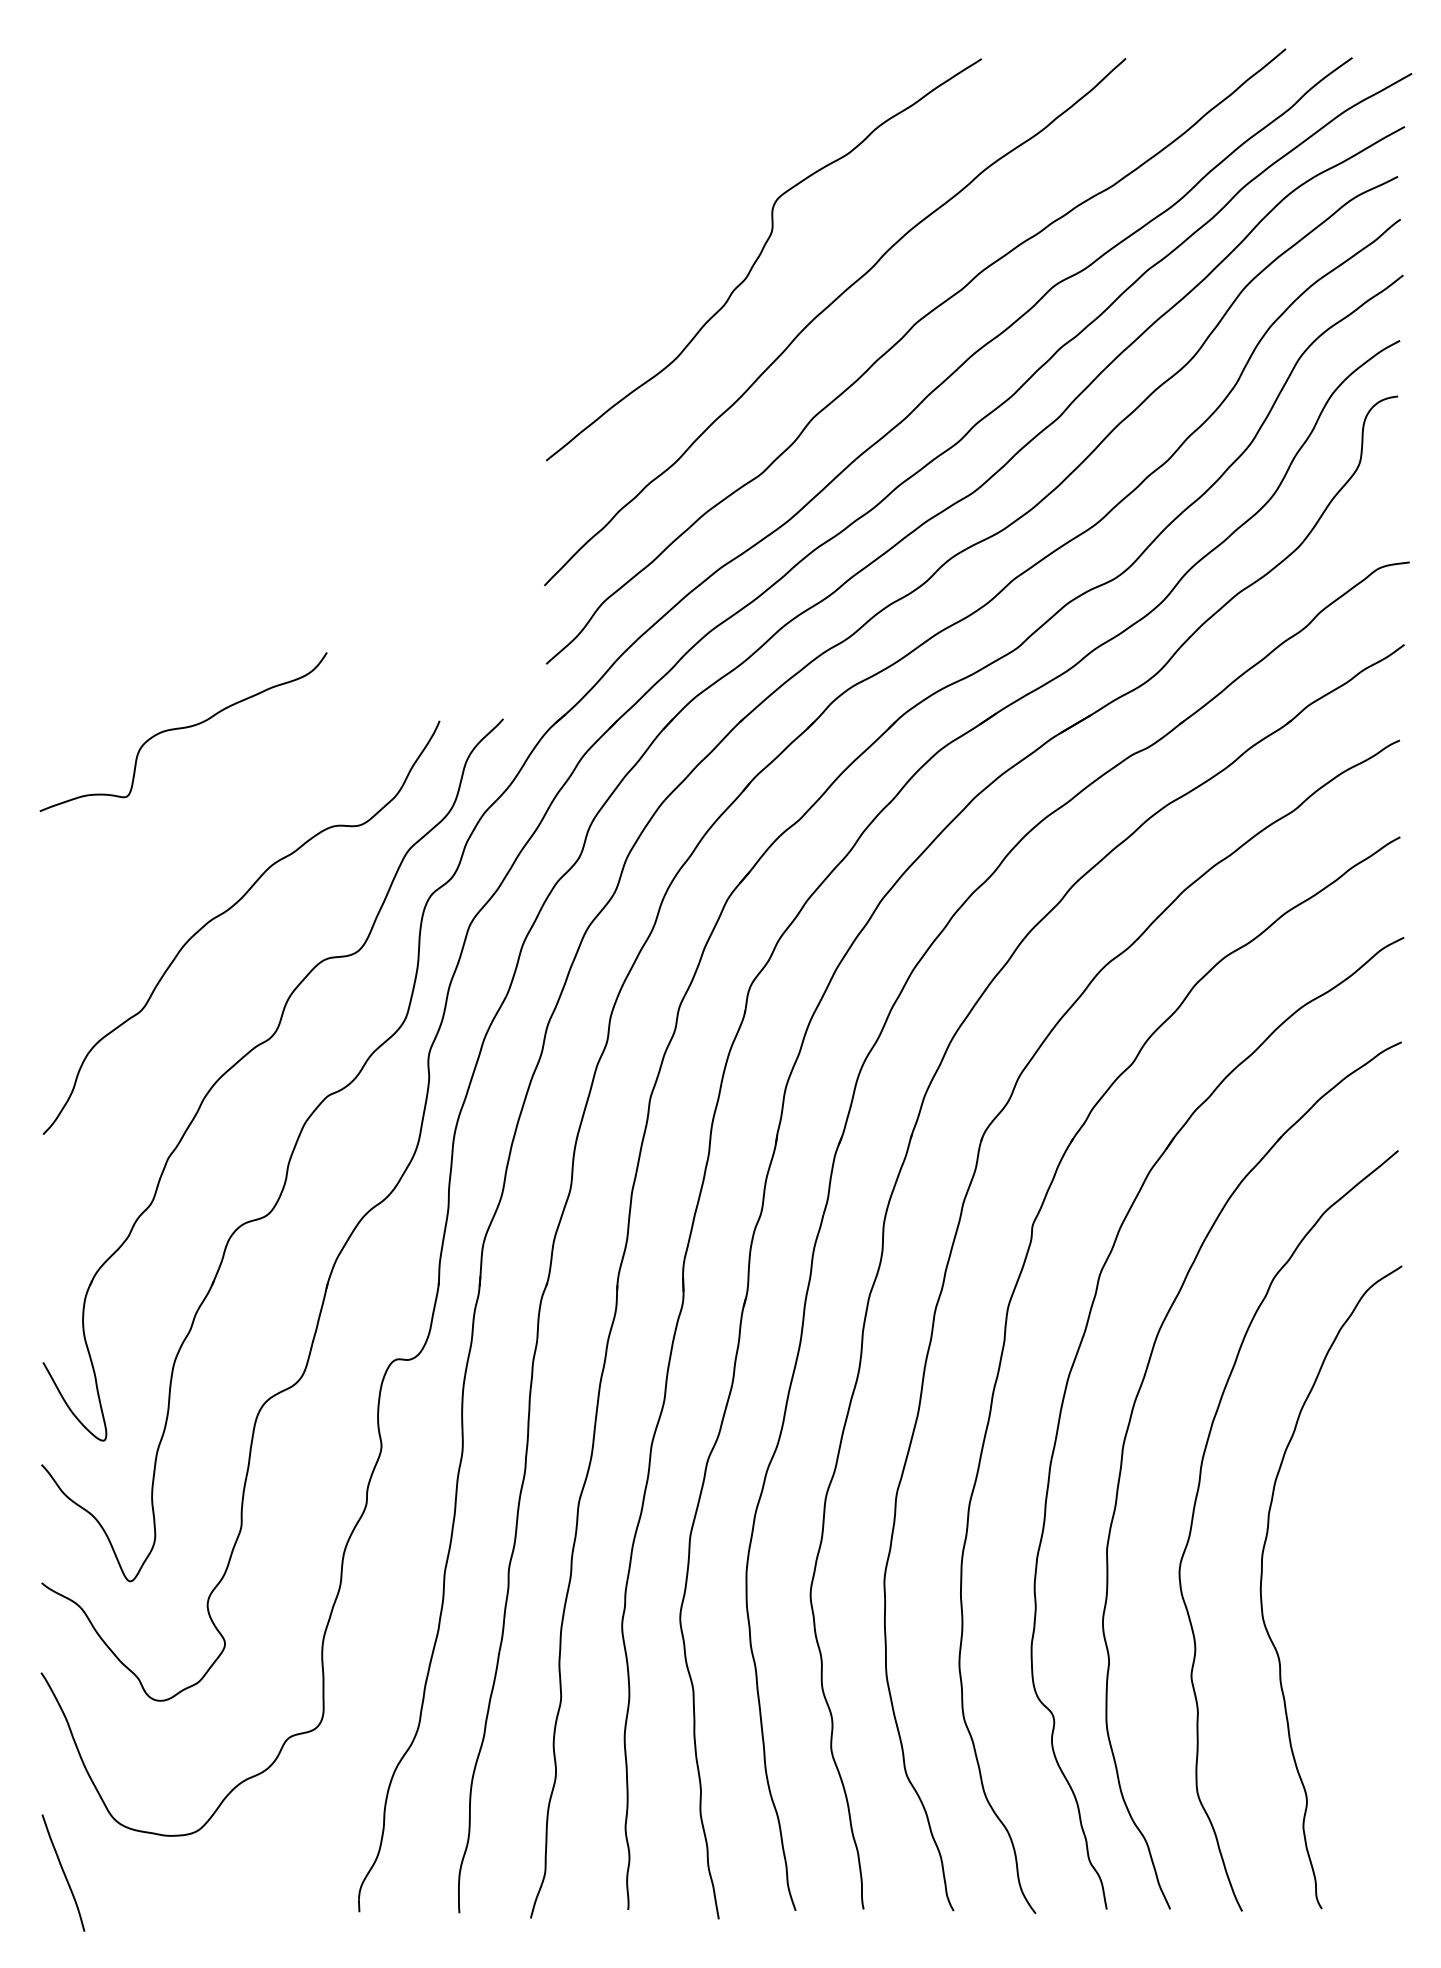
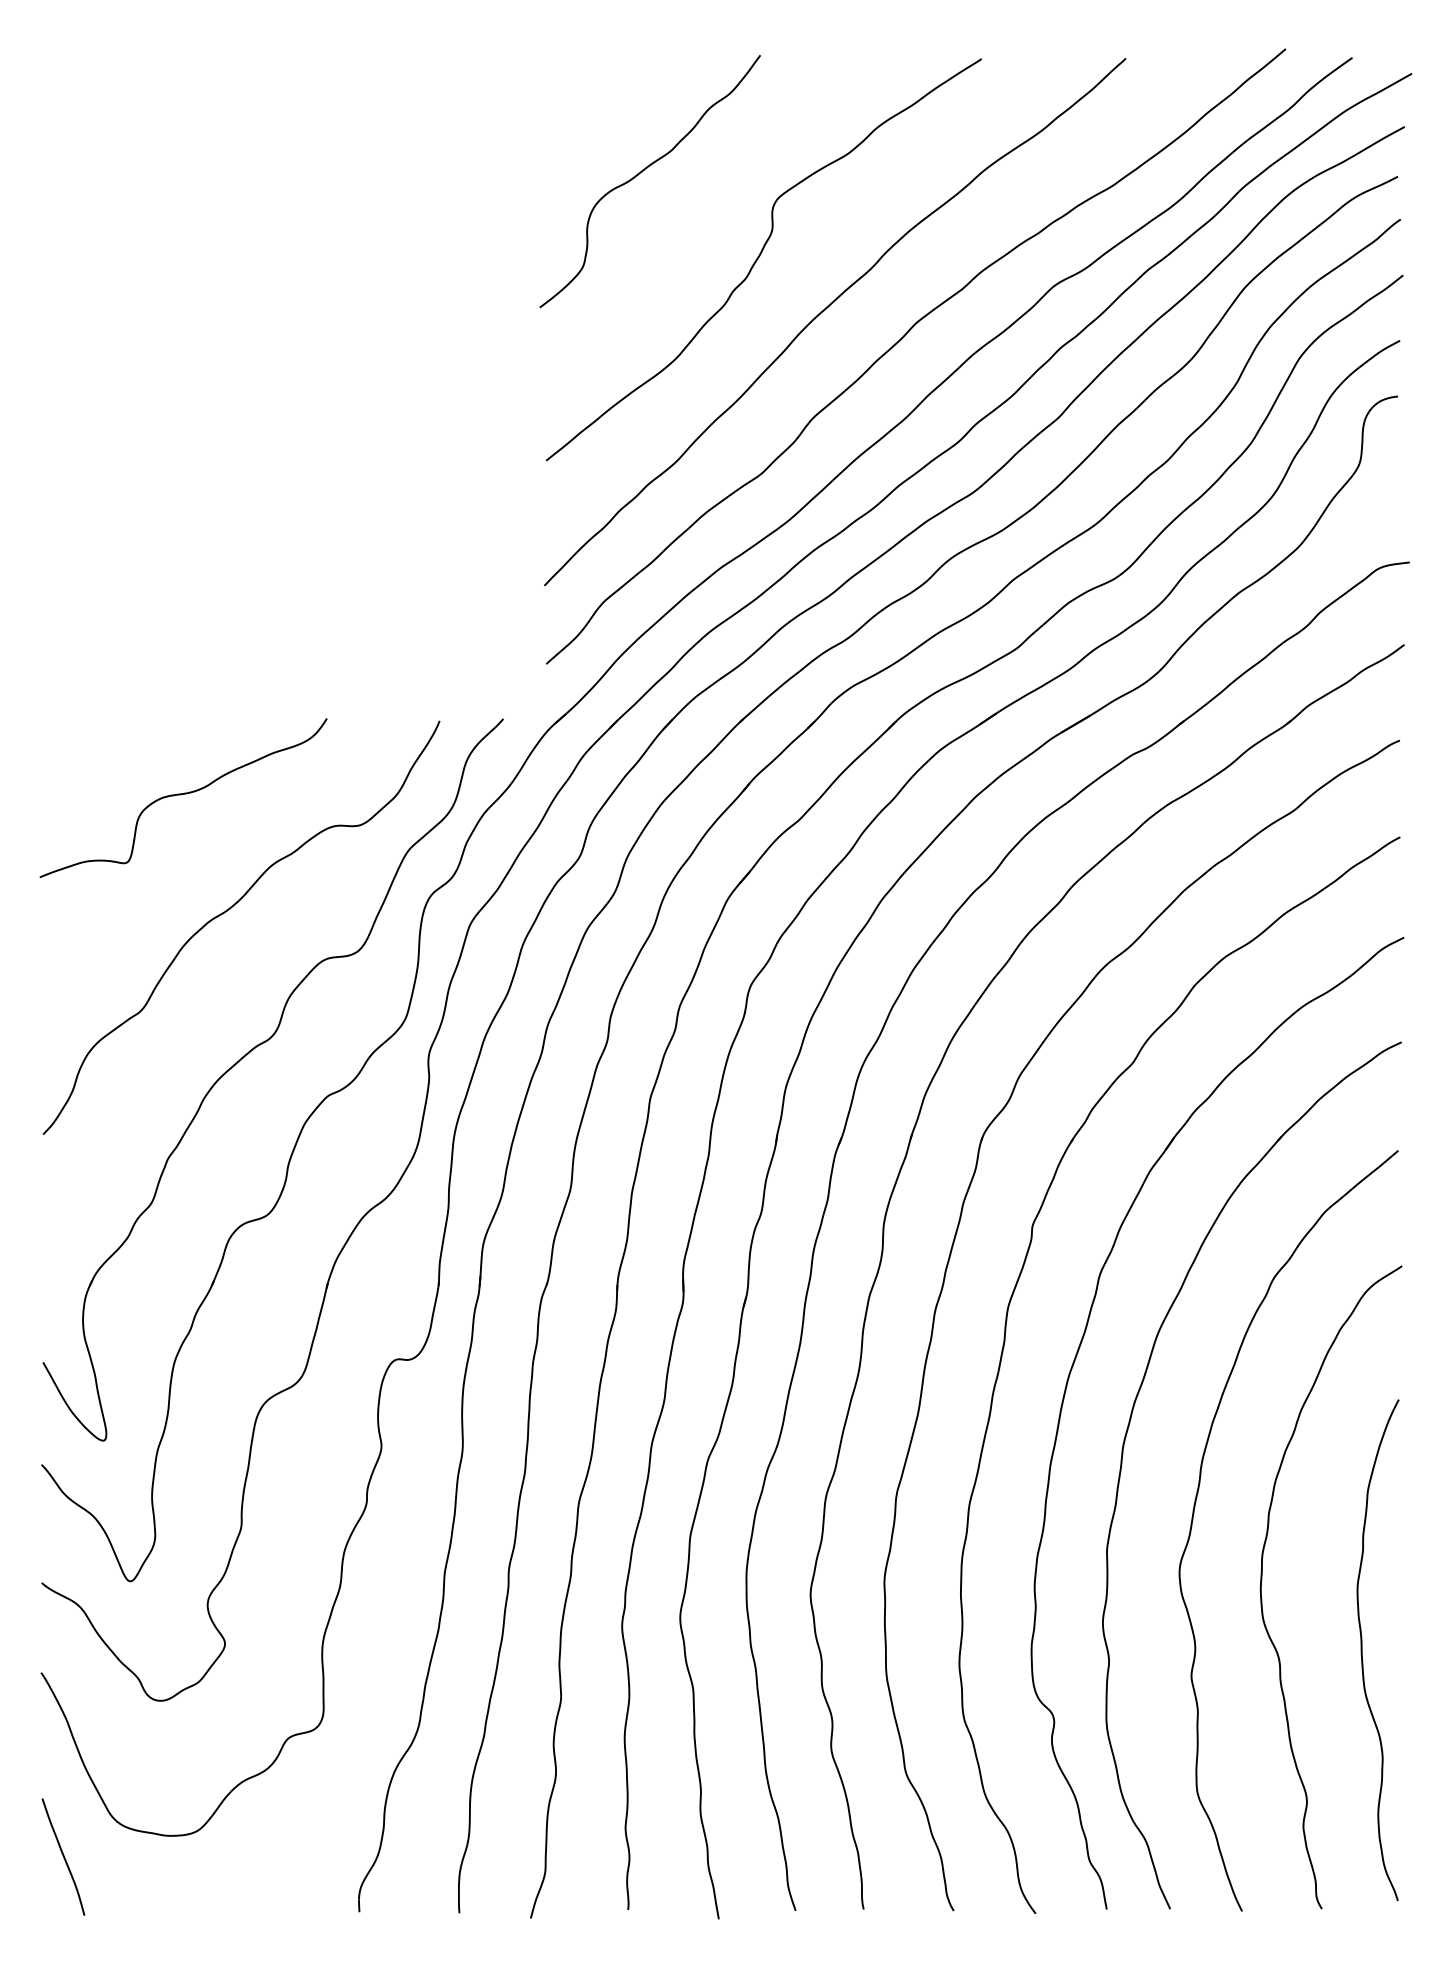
curve at (642, 172): none -> present
curve at (181, 729) position: (181, 729) -> (181, 795)
curve at (1362, 1650): none -> present
curve at (63, 1872) position: (63, 1872) -> (63, 1856)
